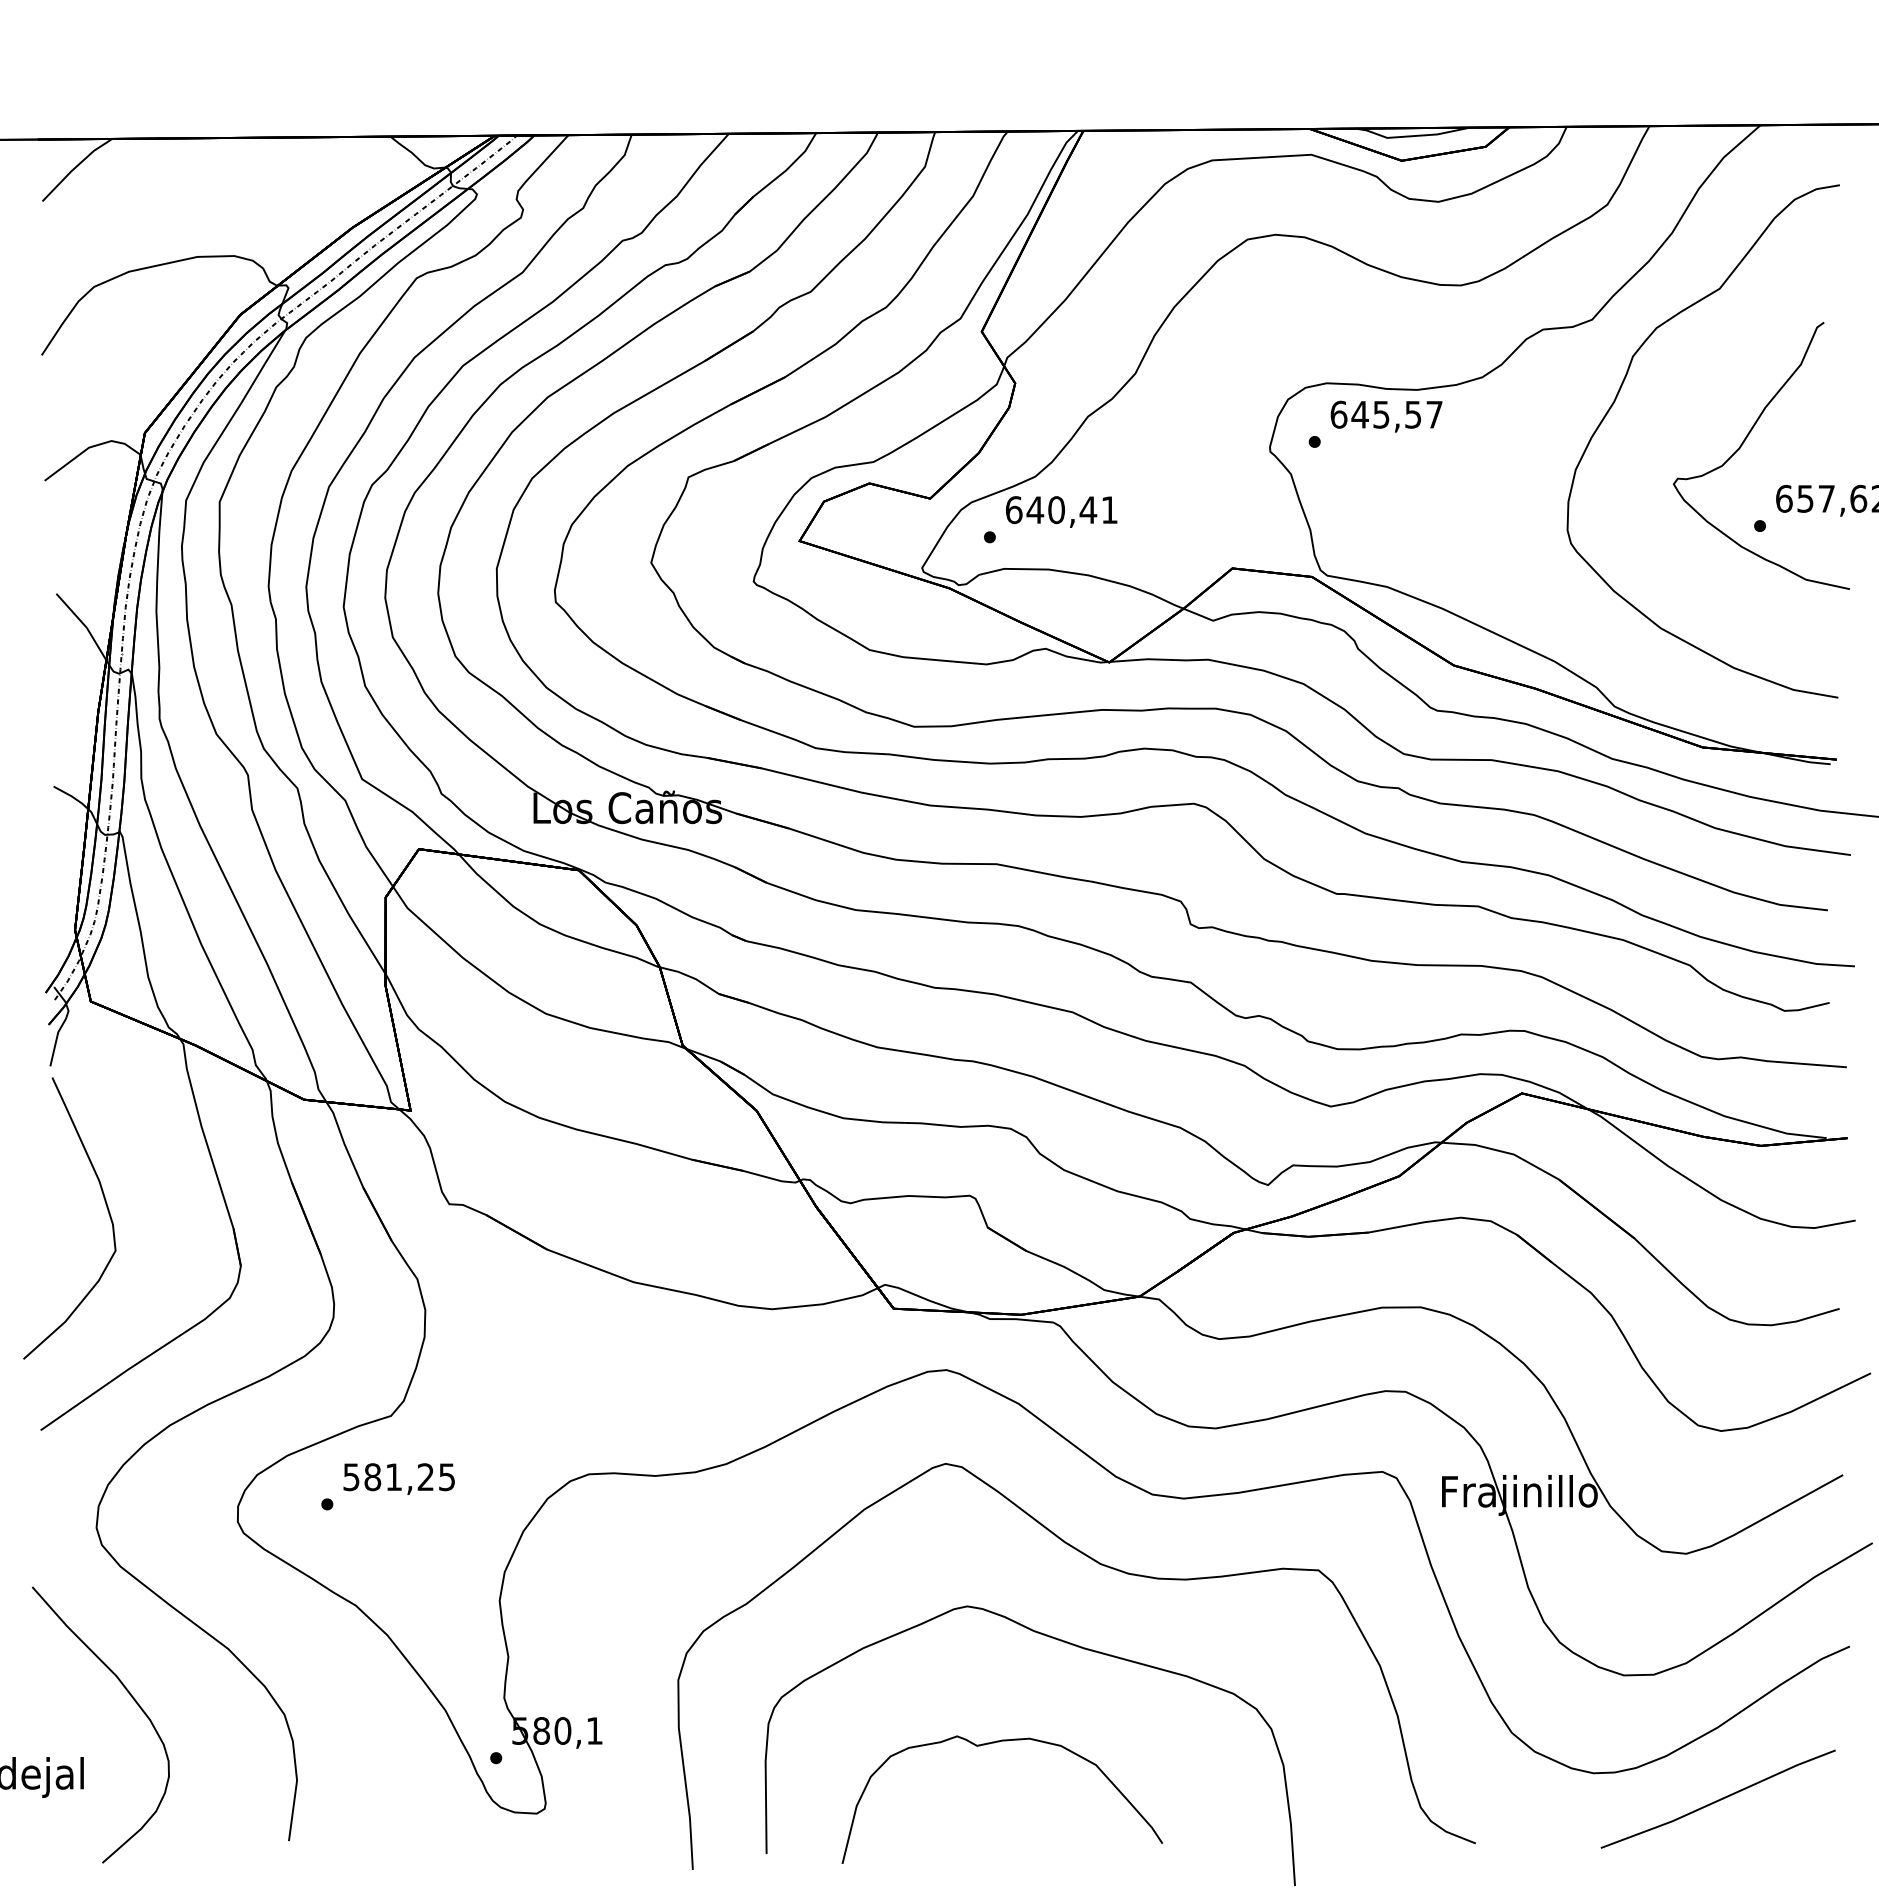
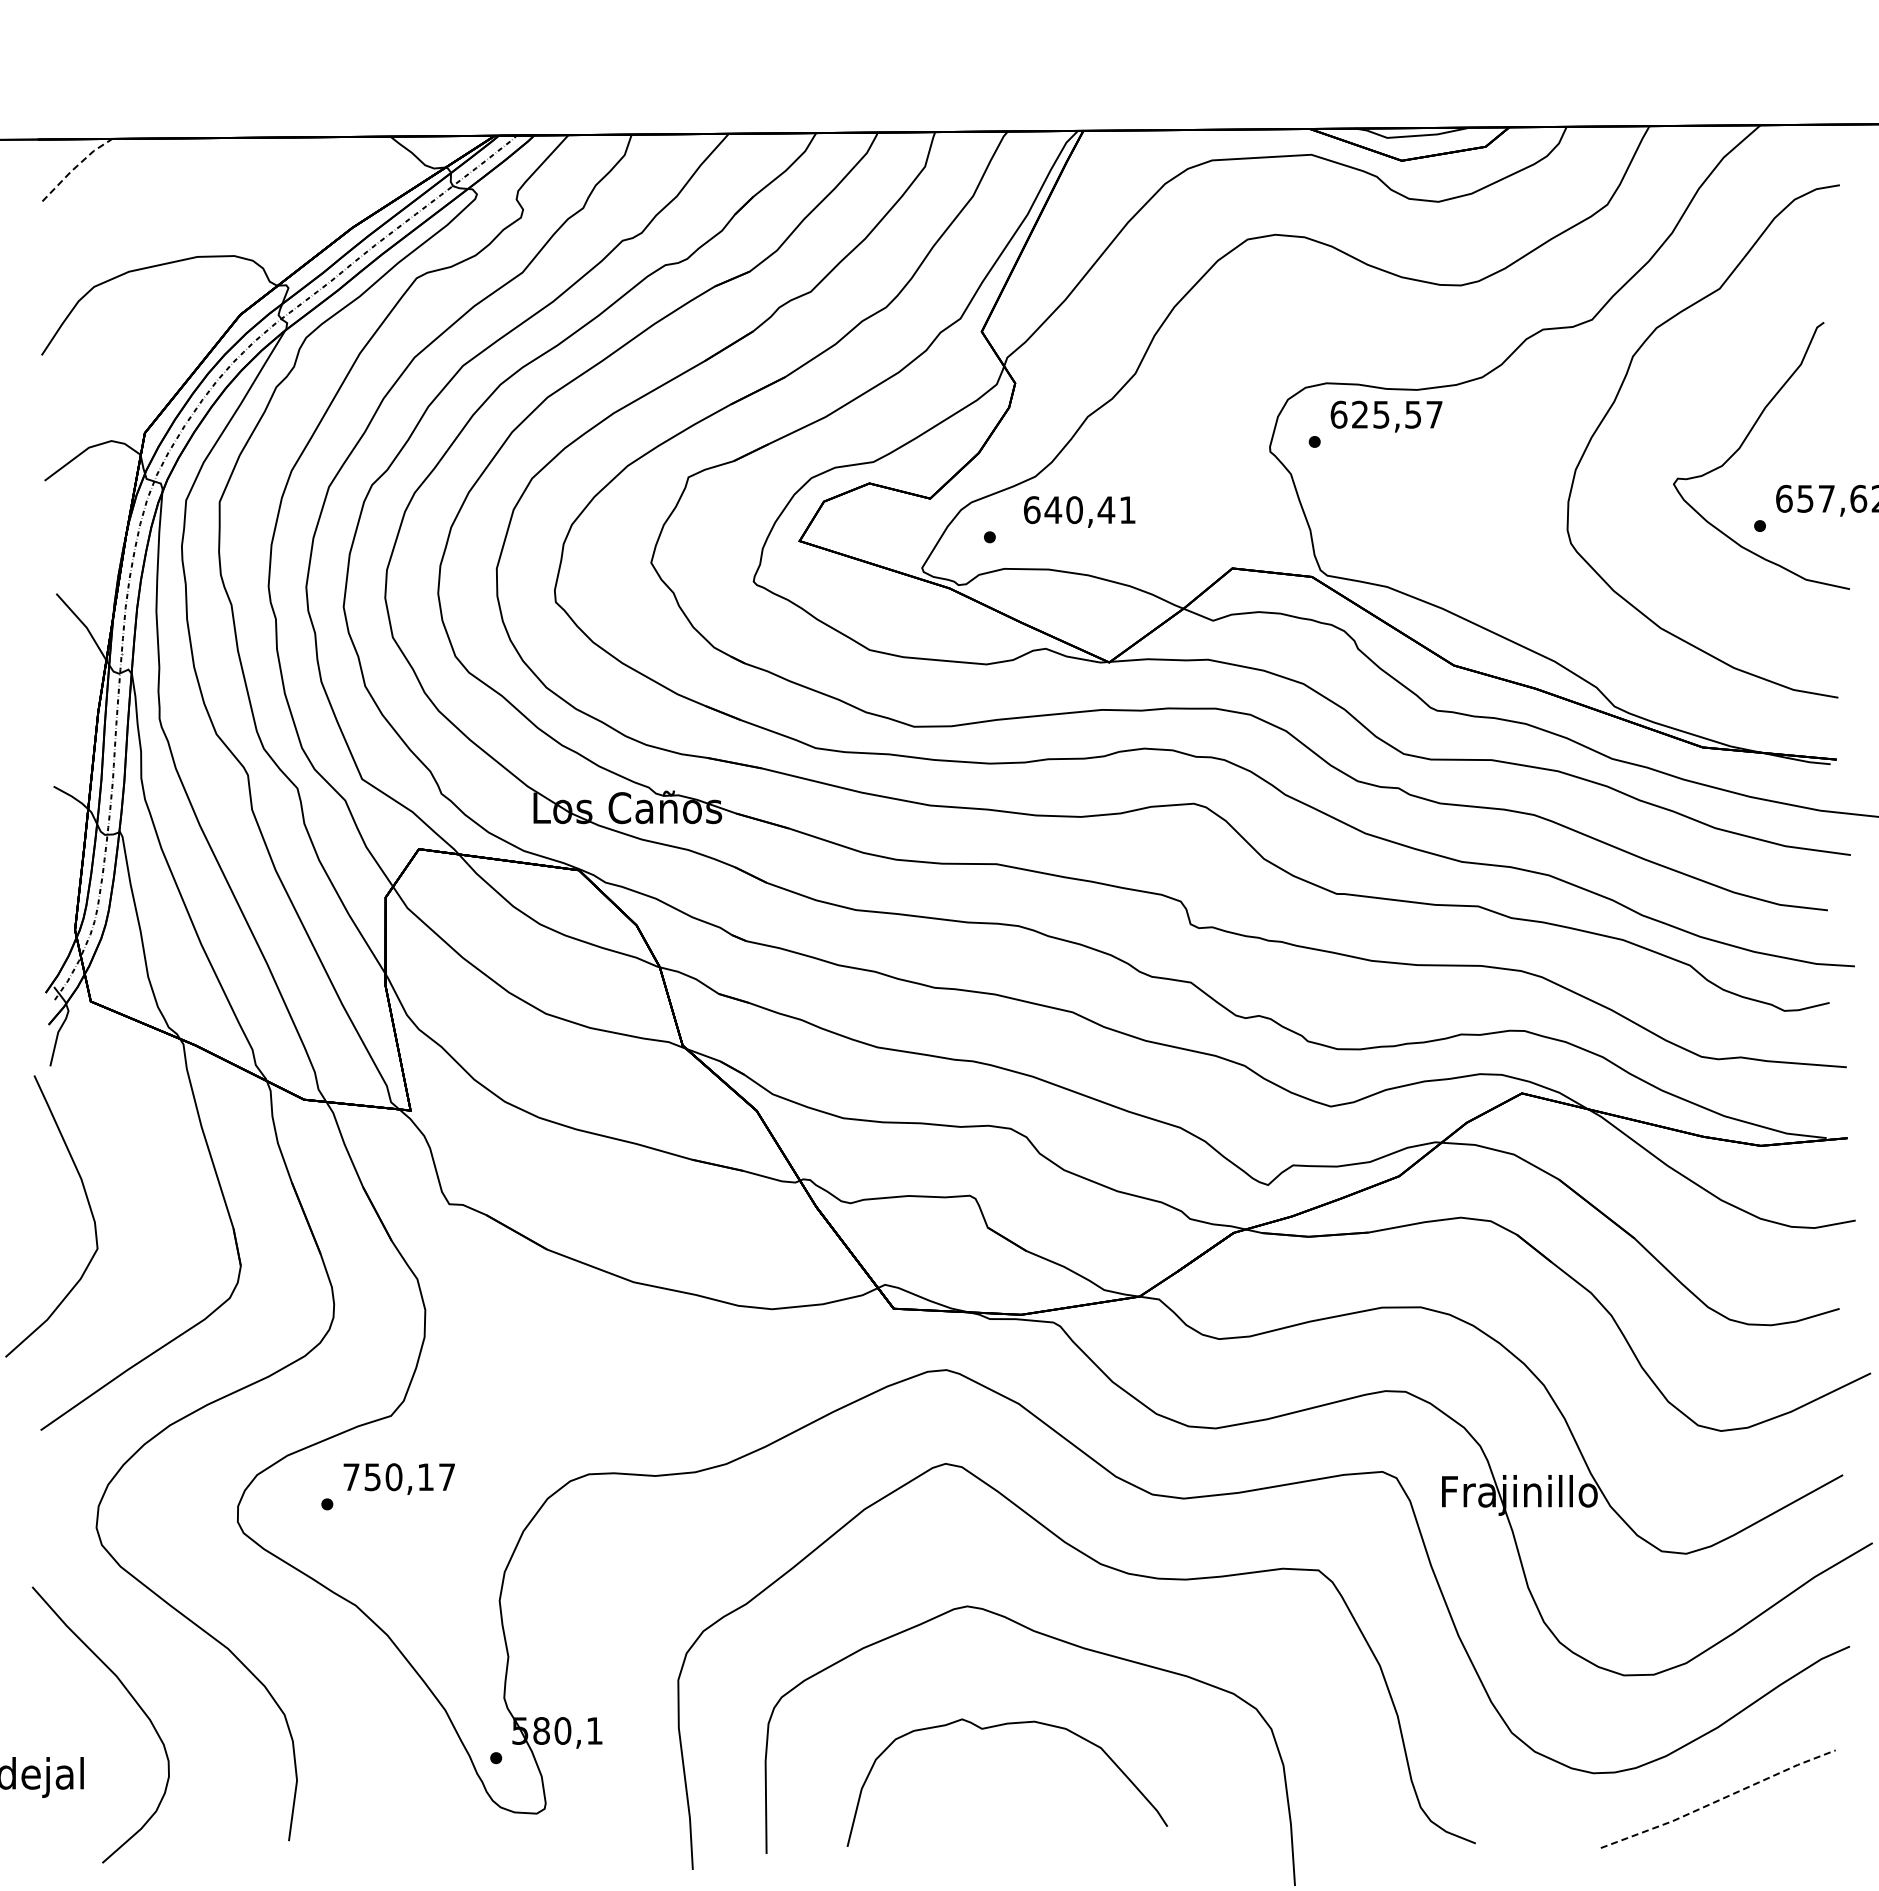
line at (75, 167): solid -> dashed
text at (1359, 414): 645,57 -> 625,57
text at (1061, 511) position: (1061, 511) -> (1079, 511)
curve at (106, 1207) position: (106, 1207) -> (88, 1205)
text at (398, 1477): 581,25 -> 750,17
curve at (989, 1744) position: (989, 1744) -> (994, 1727)
line at (1718, 1800): solid -> dashed
